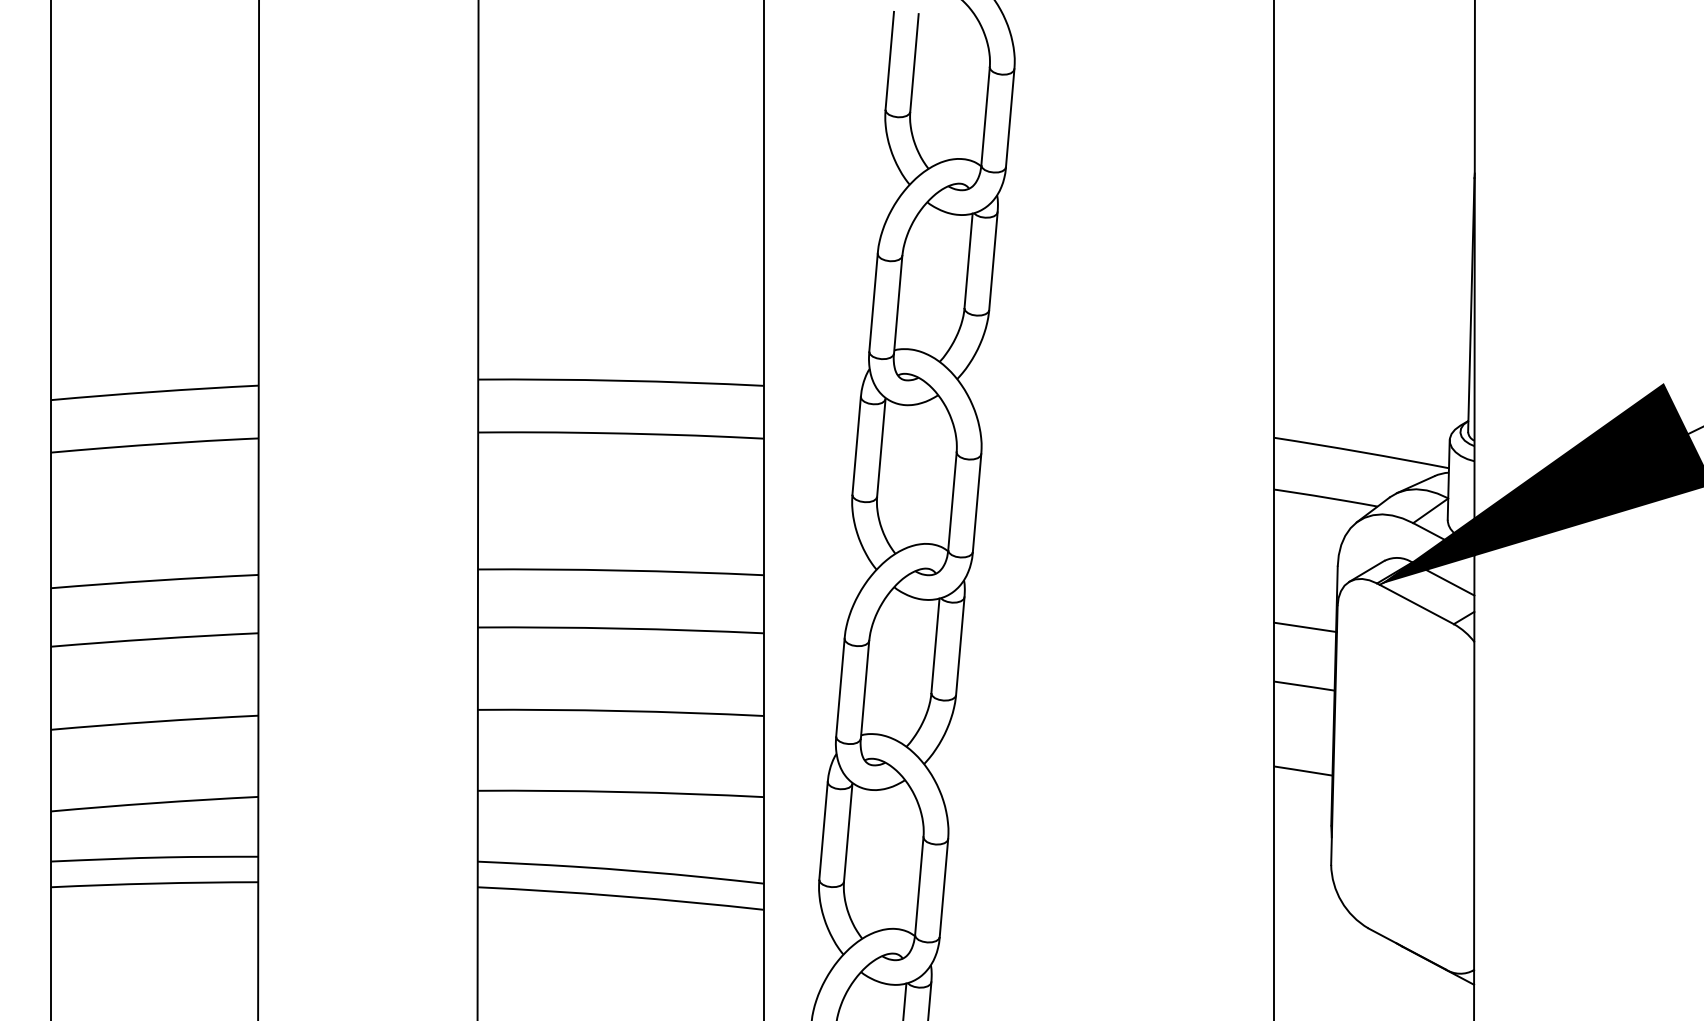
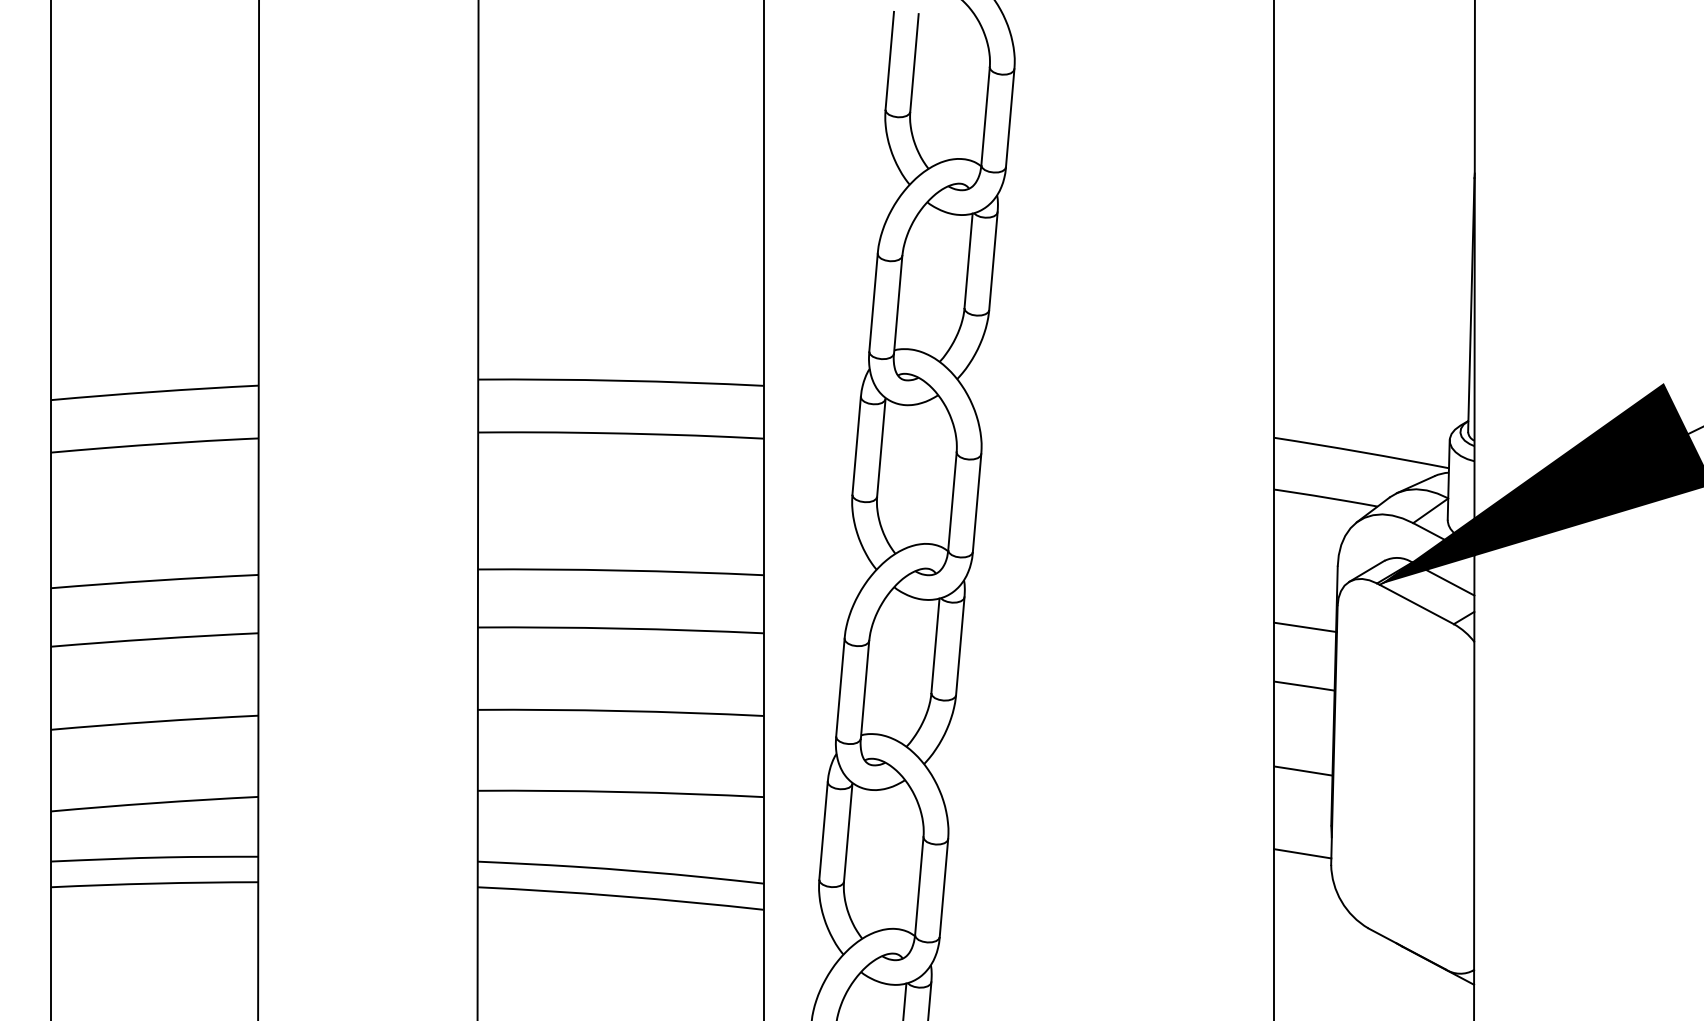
line at (1302, 853): none -> present
